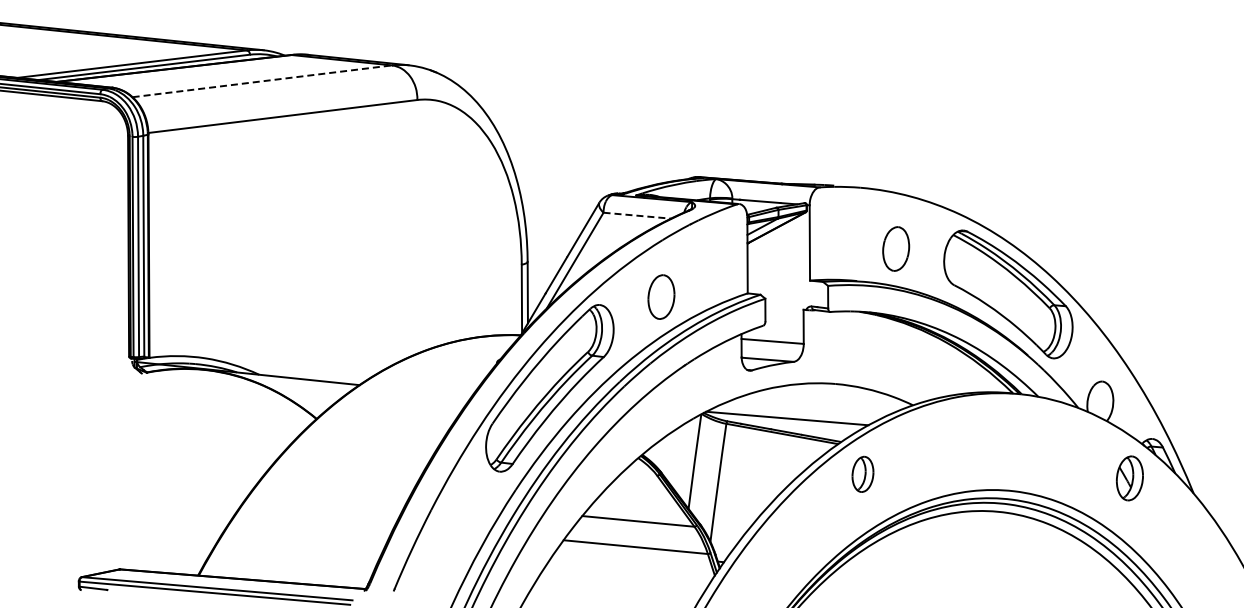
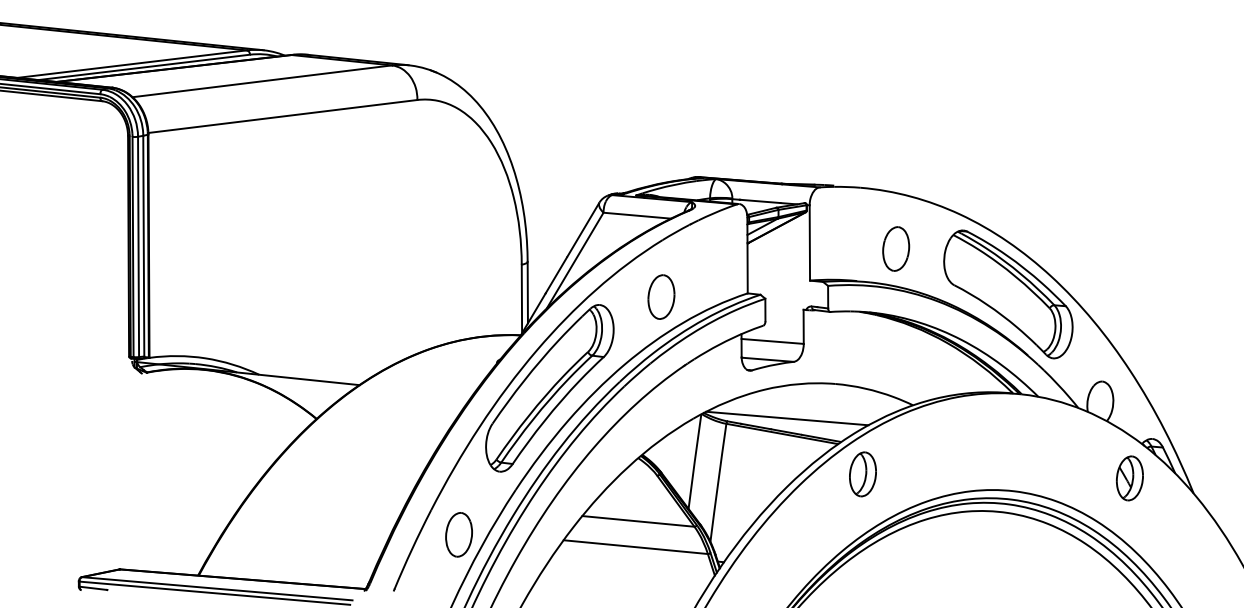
line at (262, 81): dashed -> solid
line at (637, 215): dashed -> solid
part at (862, 473) size: 24x38 px -> 28x47 px
part at (458, 534): none -> present
